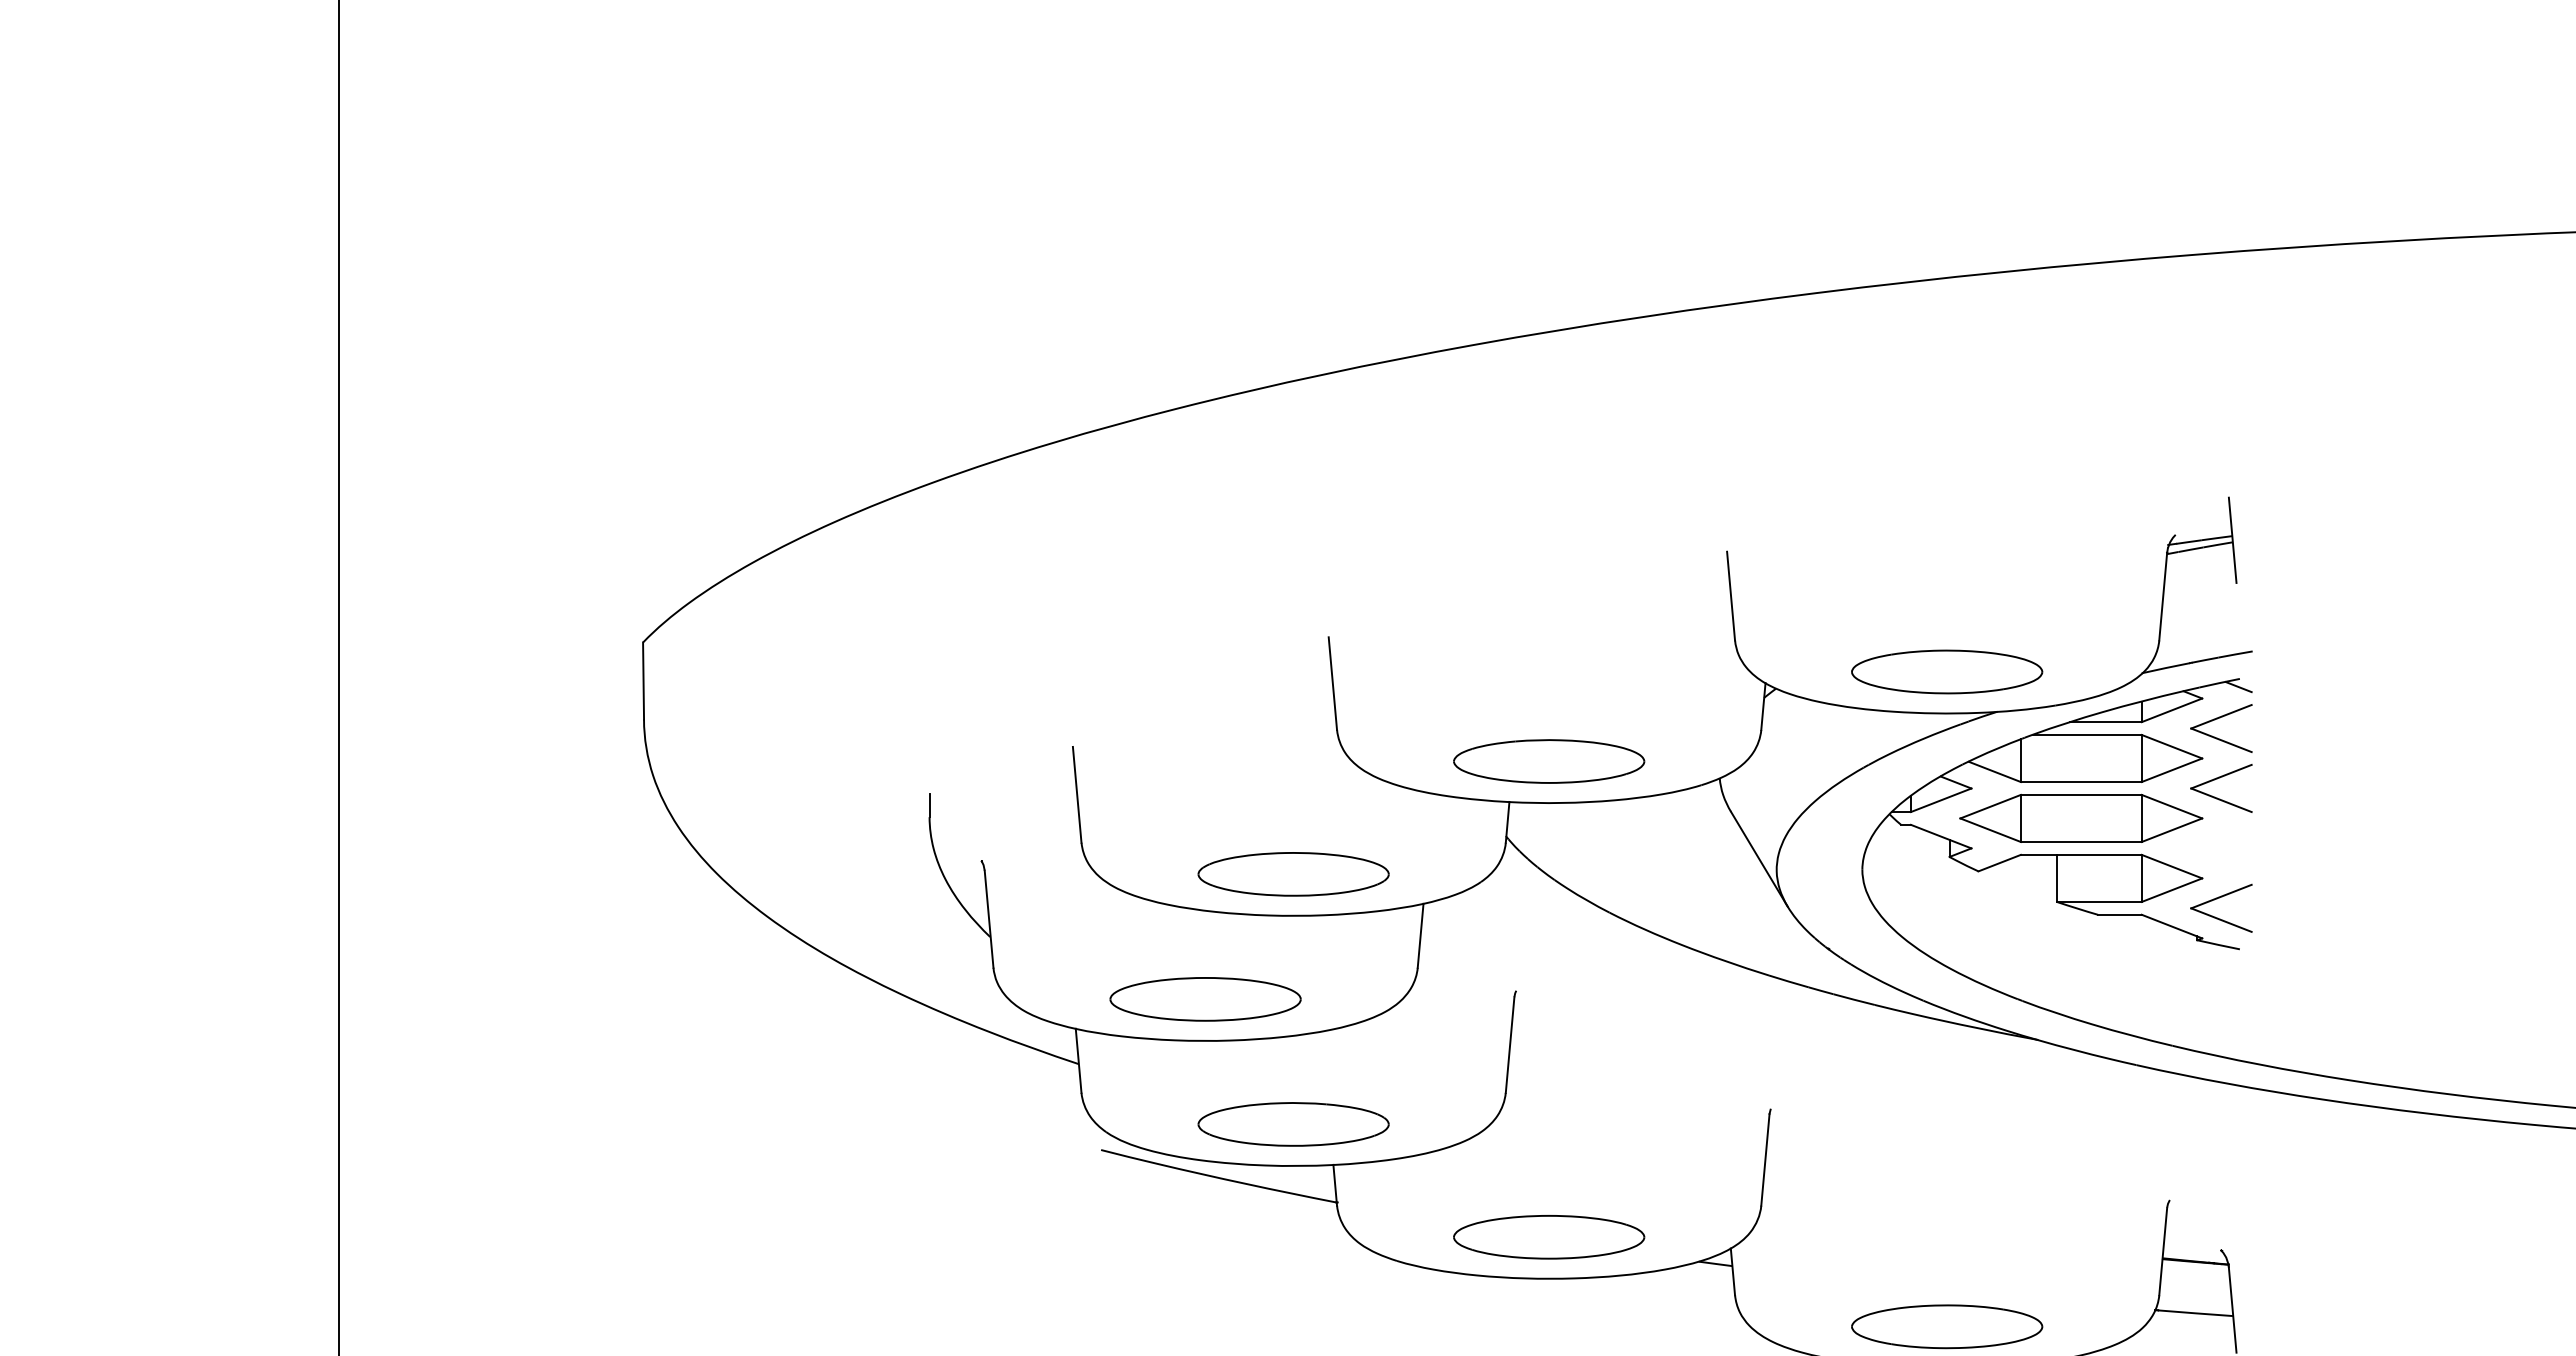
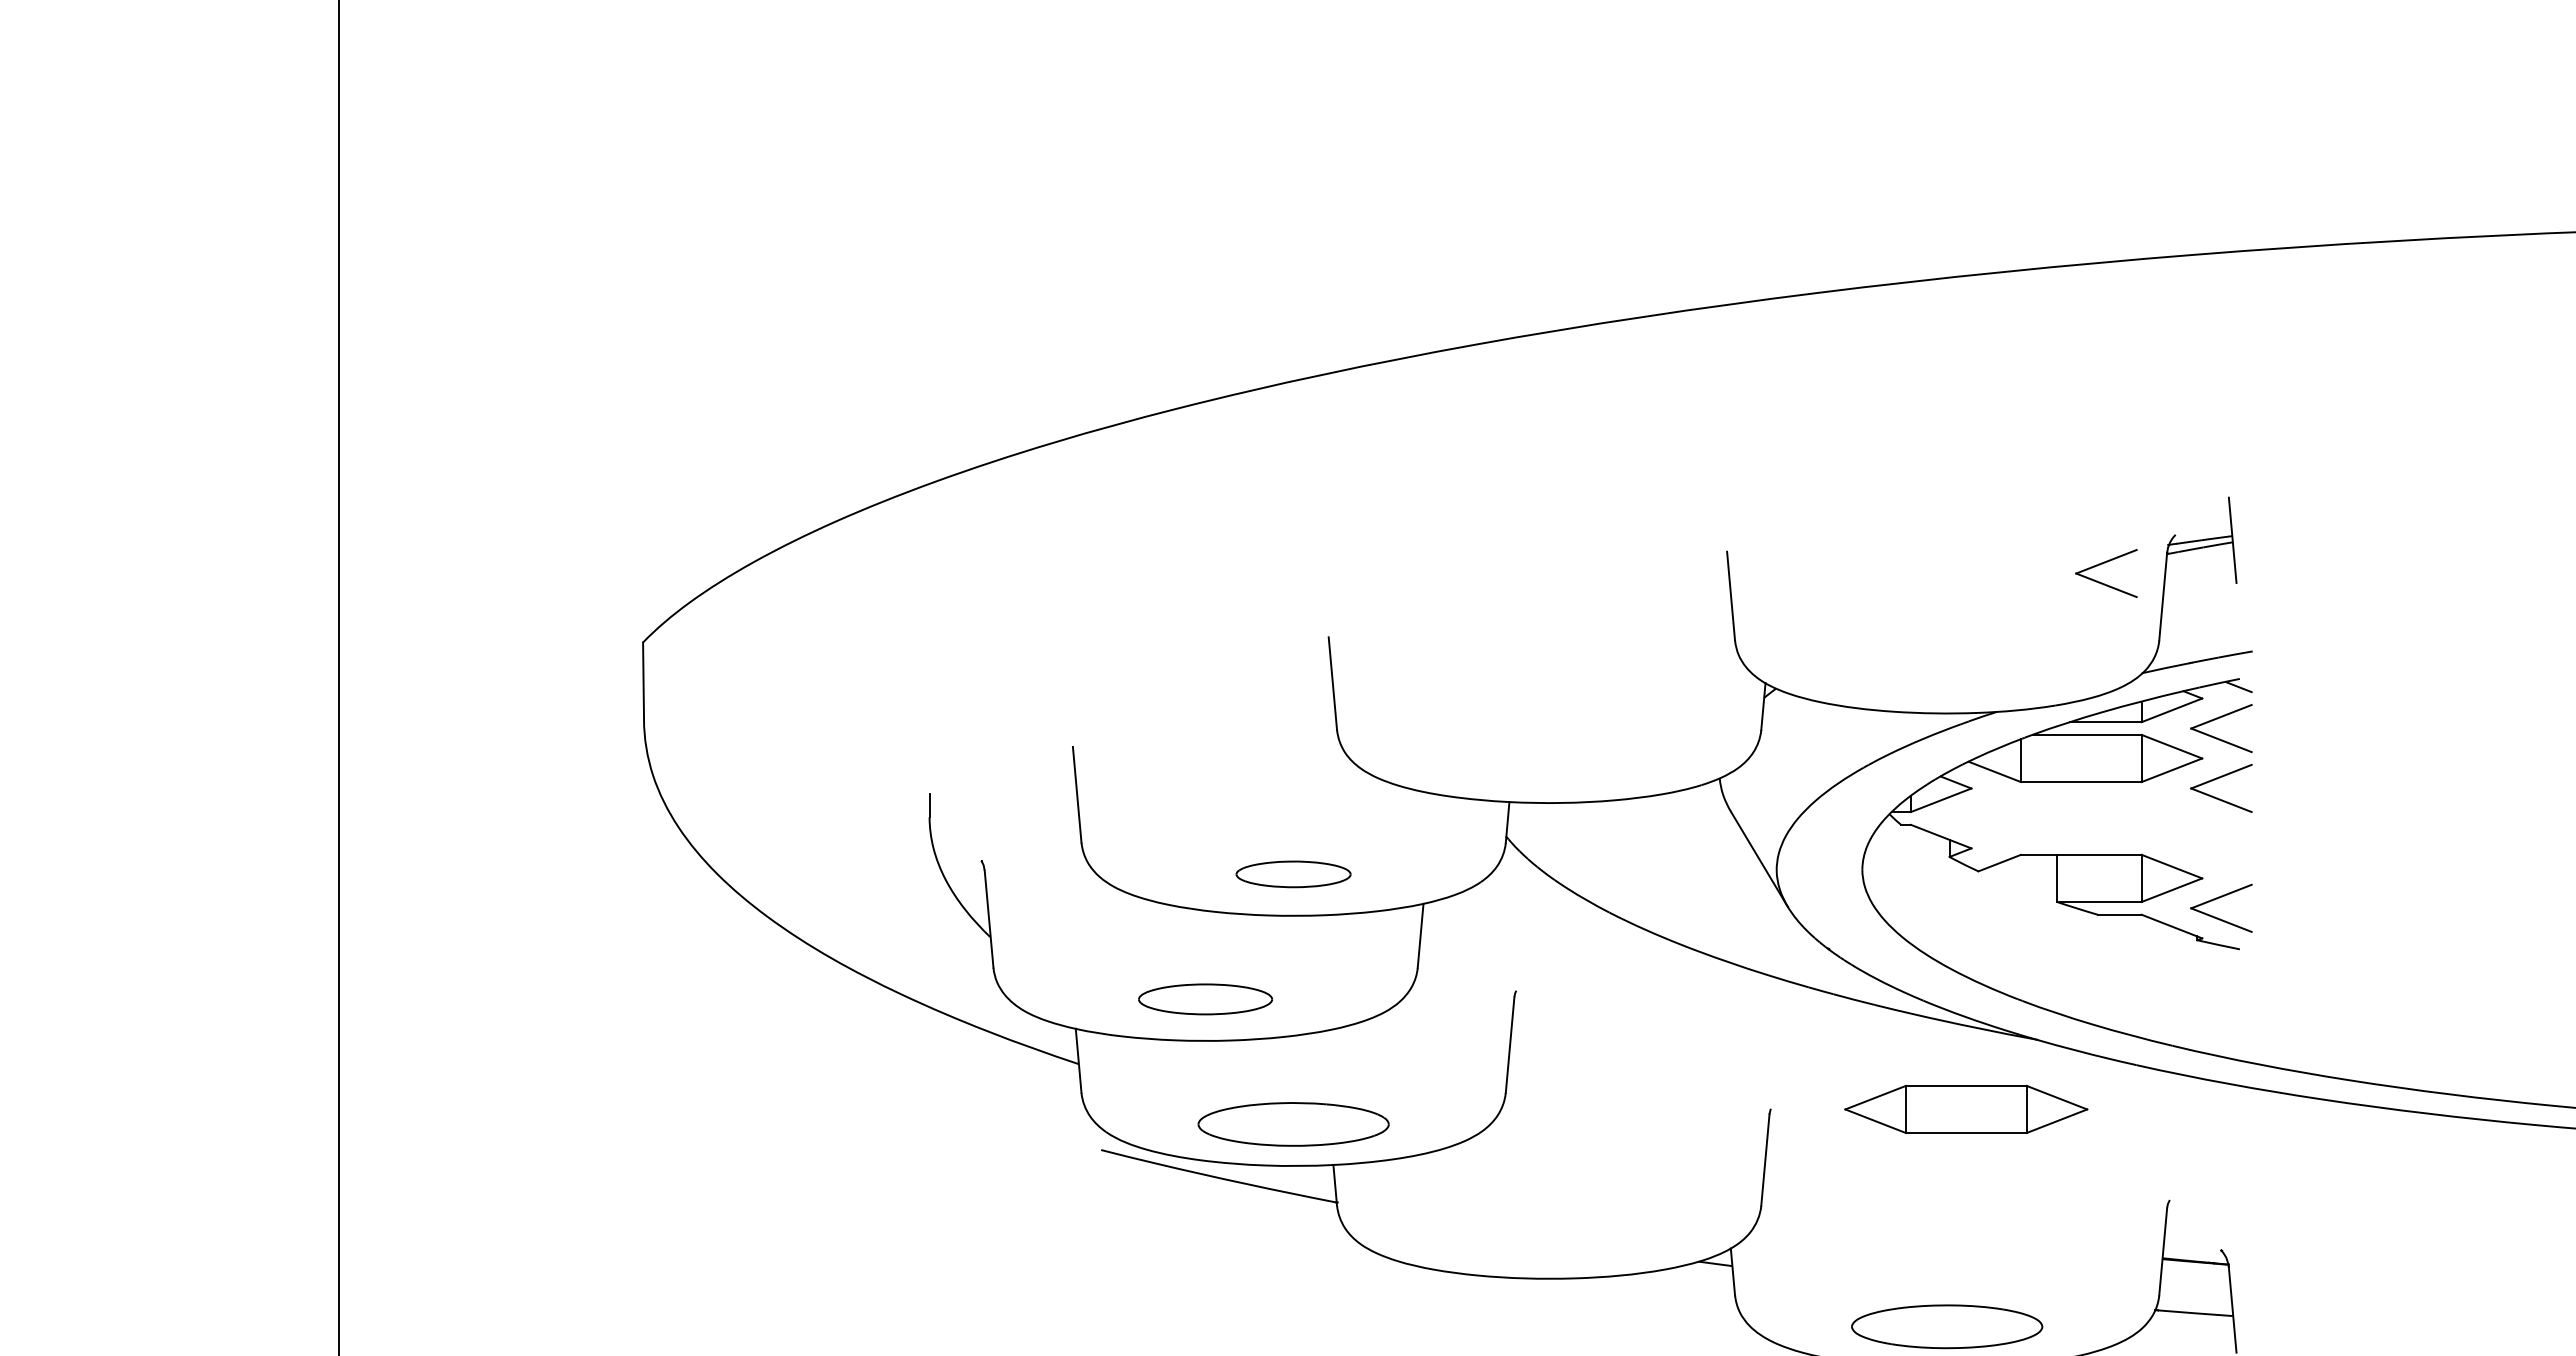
part at (2102, 564): none -> present
part at (1947, 671): present -> none
part at (1549, 761): present -> none
part at (2081, 817) position: (2081, 817) -> (1966, 1108)
part at (1293, 874) size: 193x45 px -> 117x29 px
part at (1205, 999) size: 193x45 px -> 136x33 px
part at (1549, 1237): present -> none
